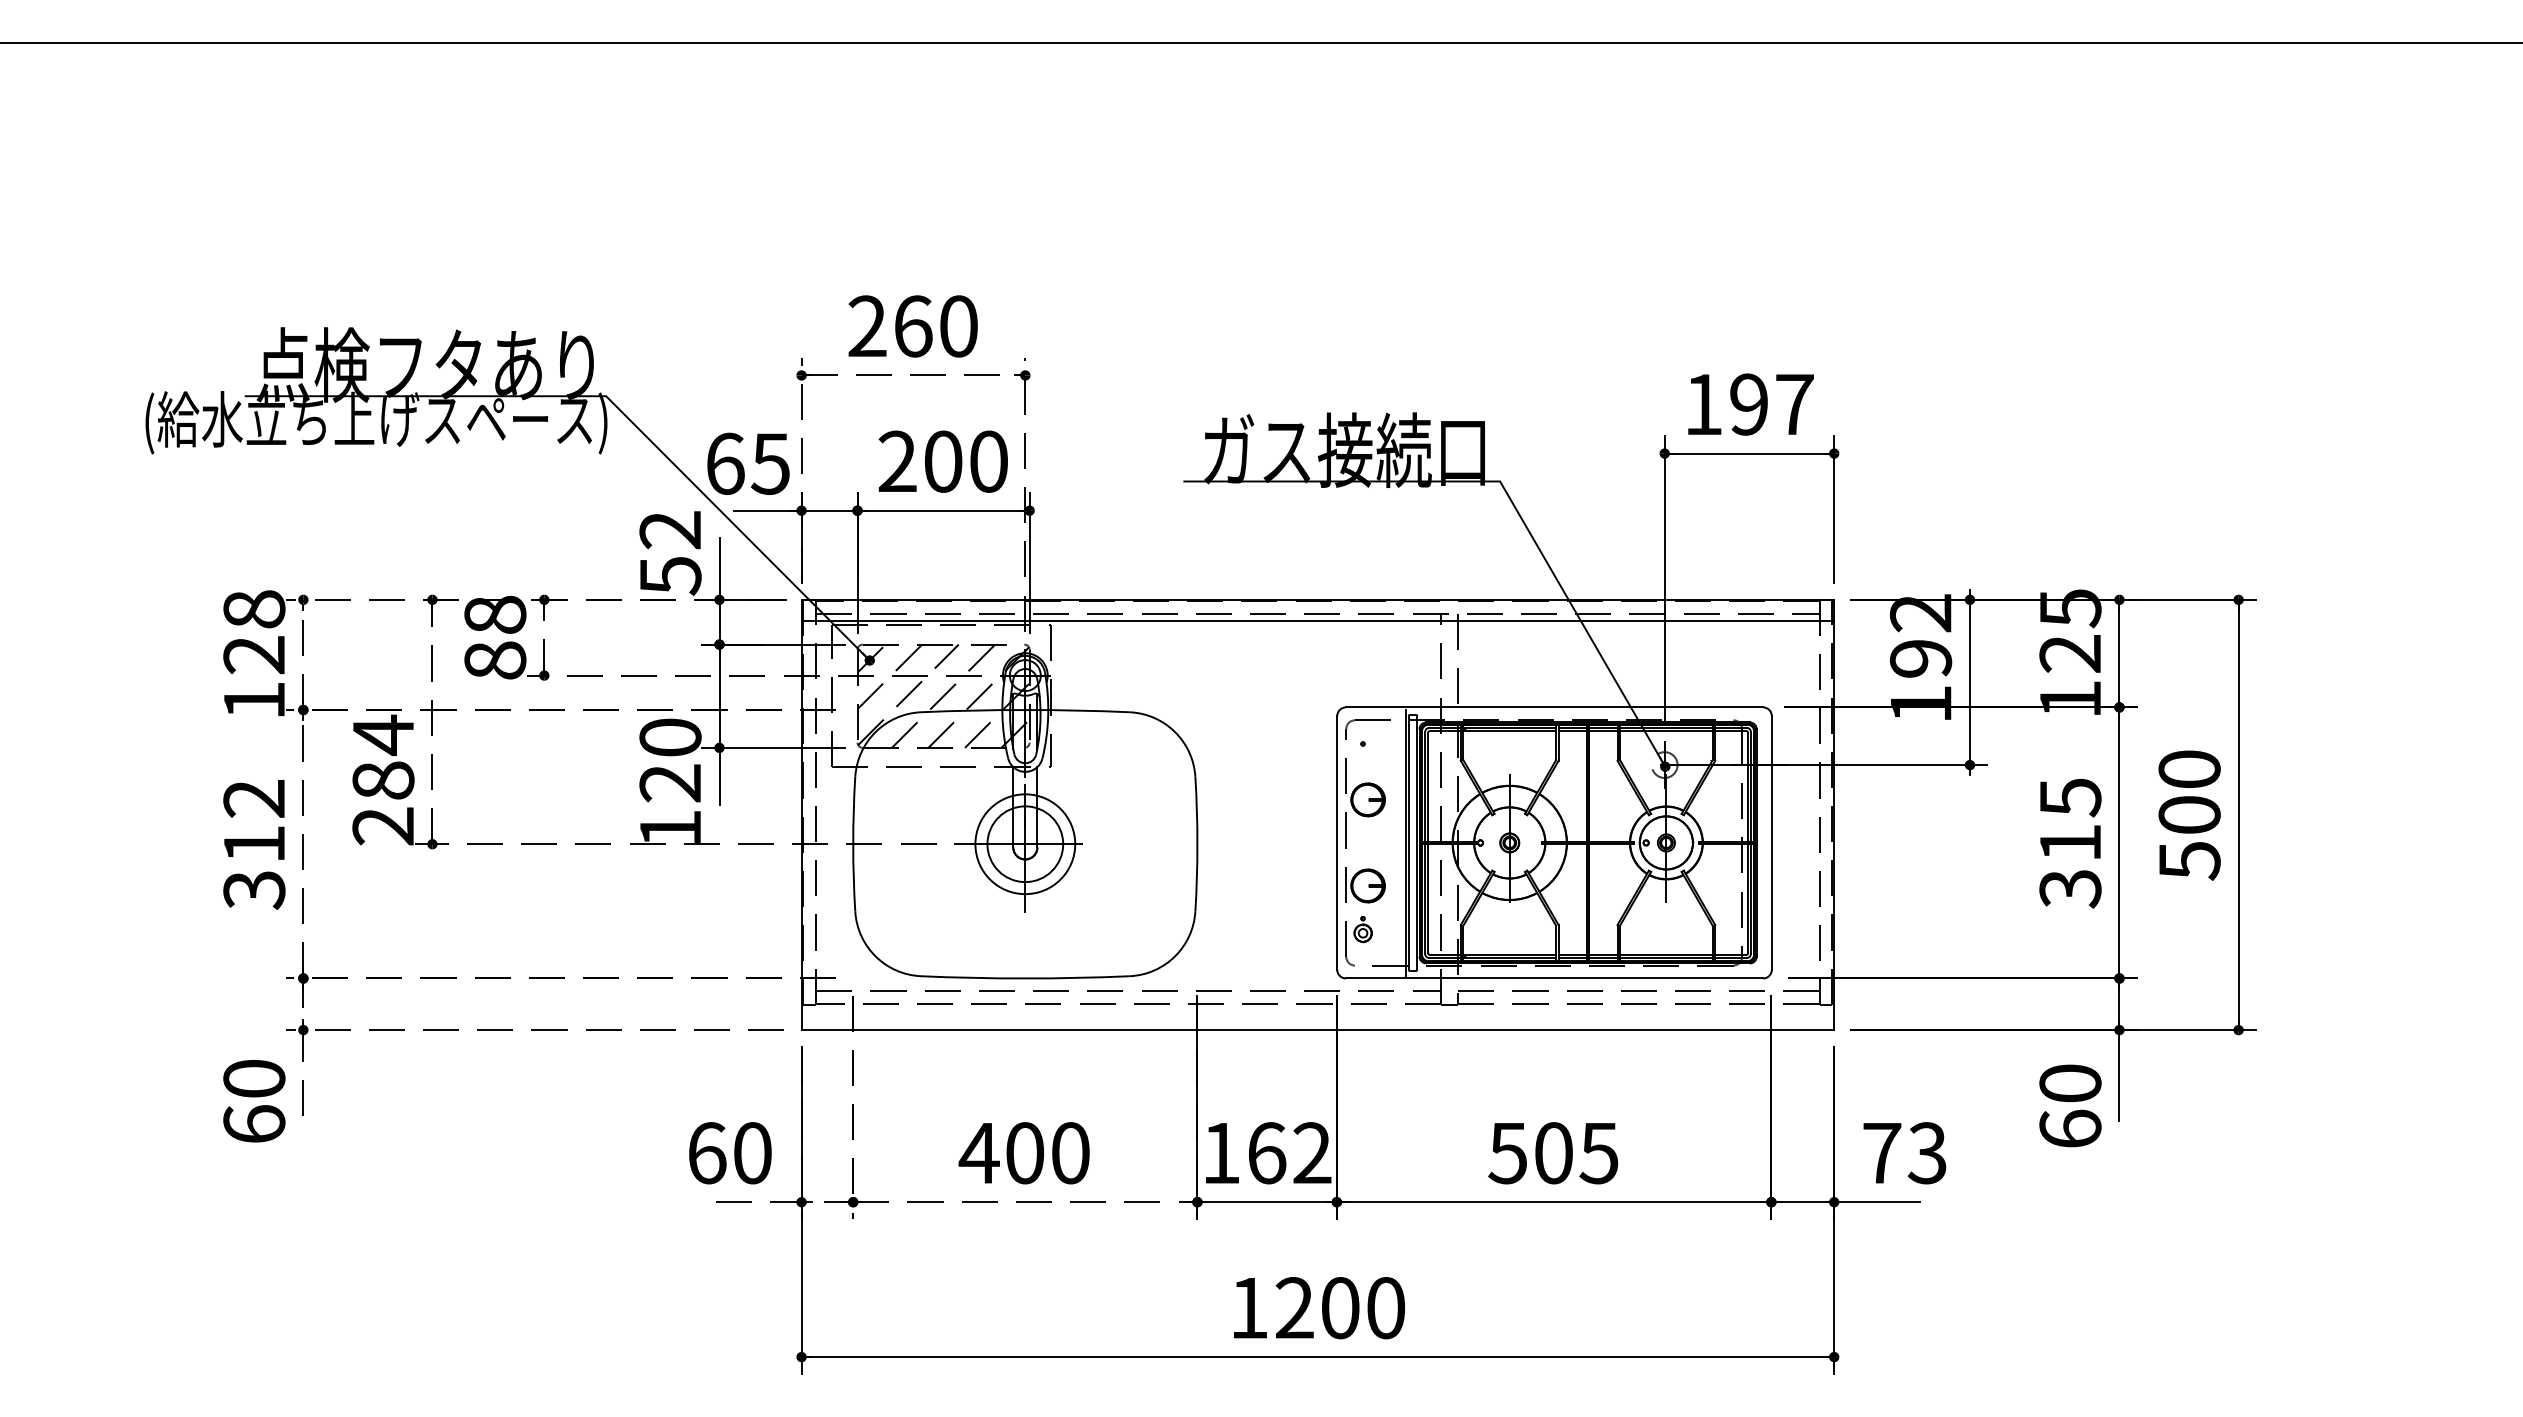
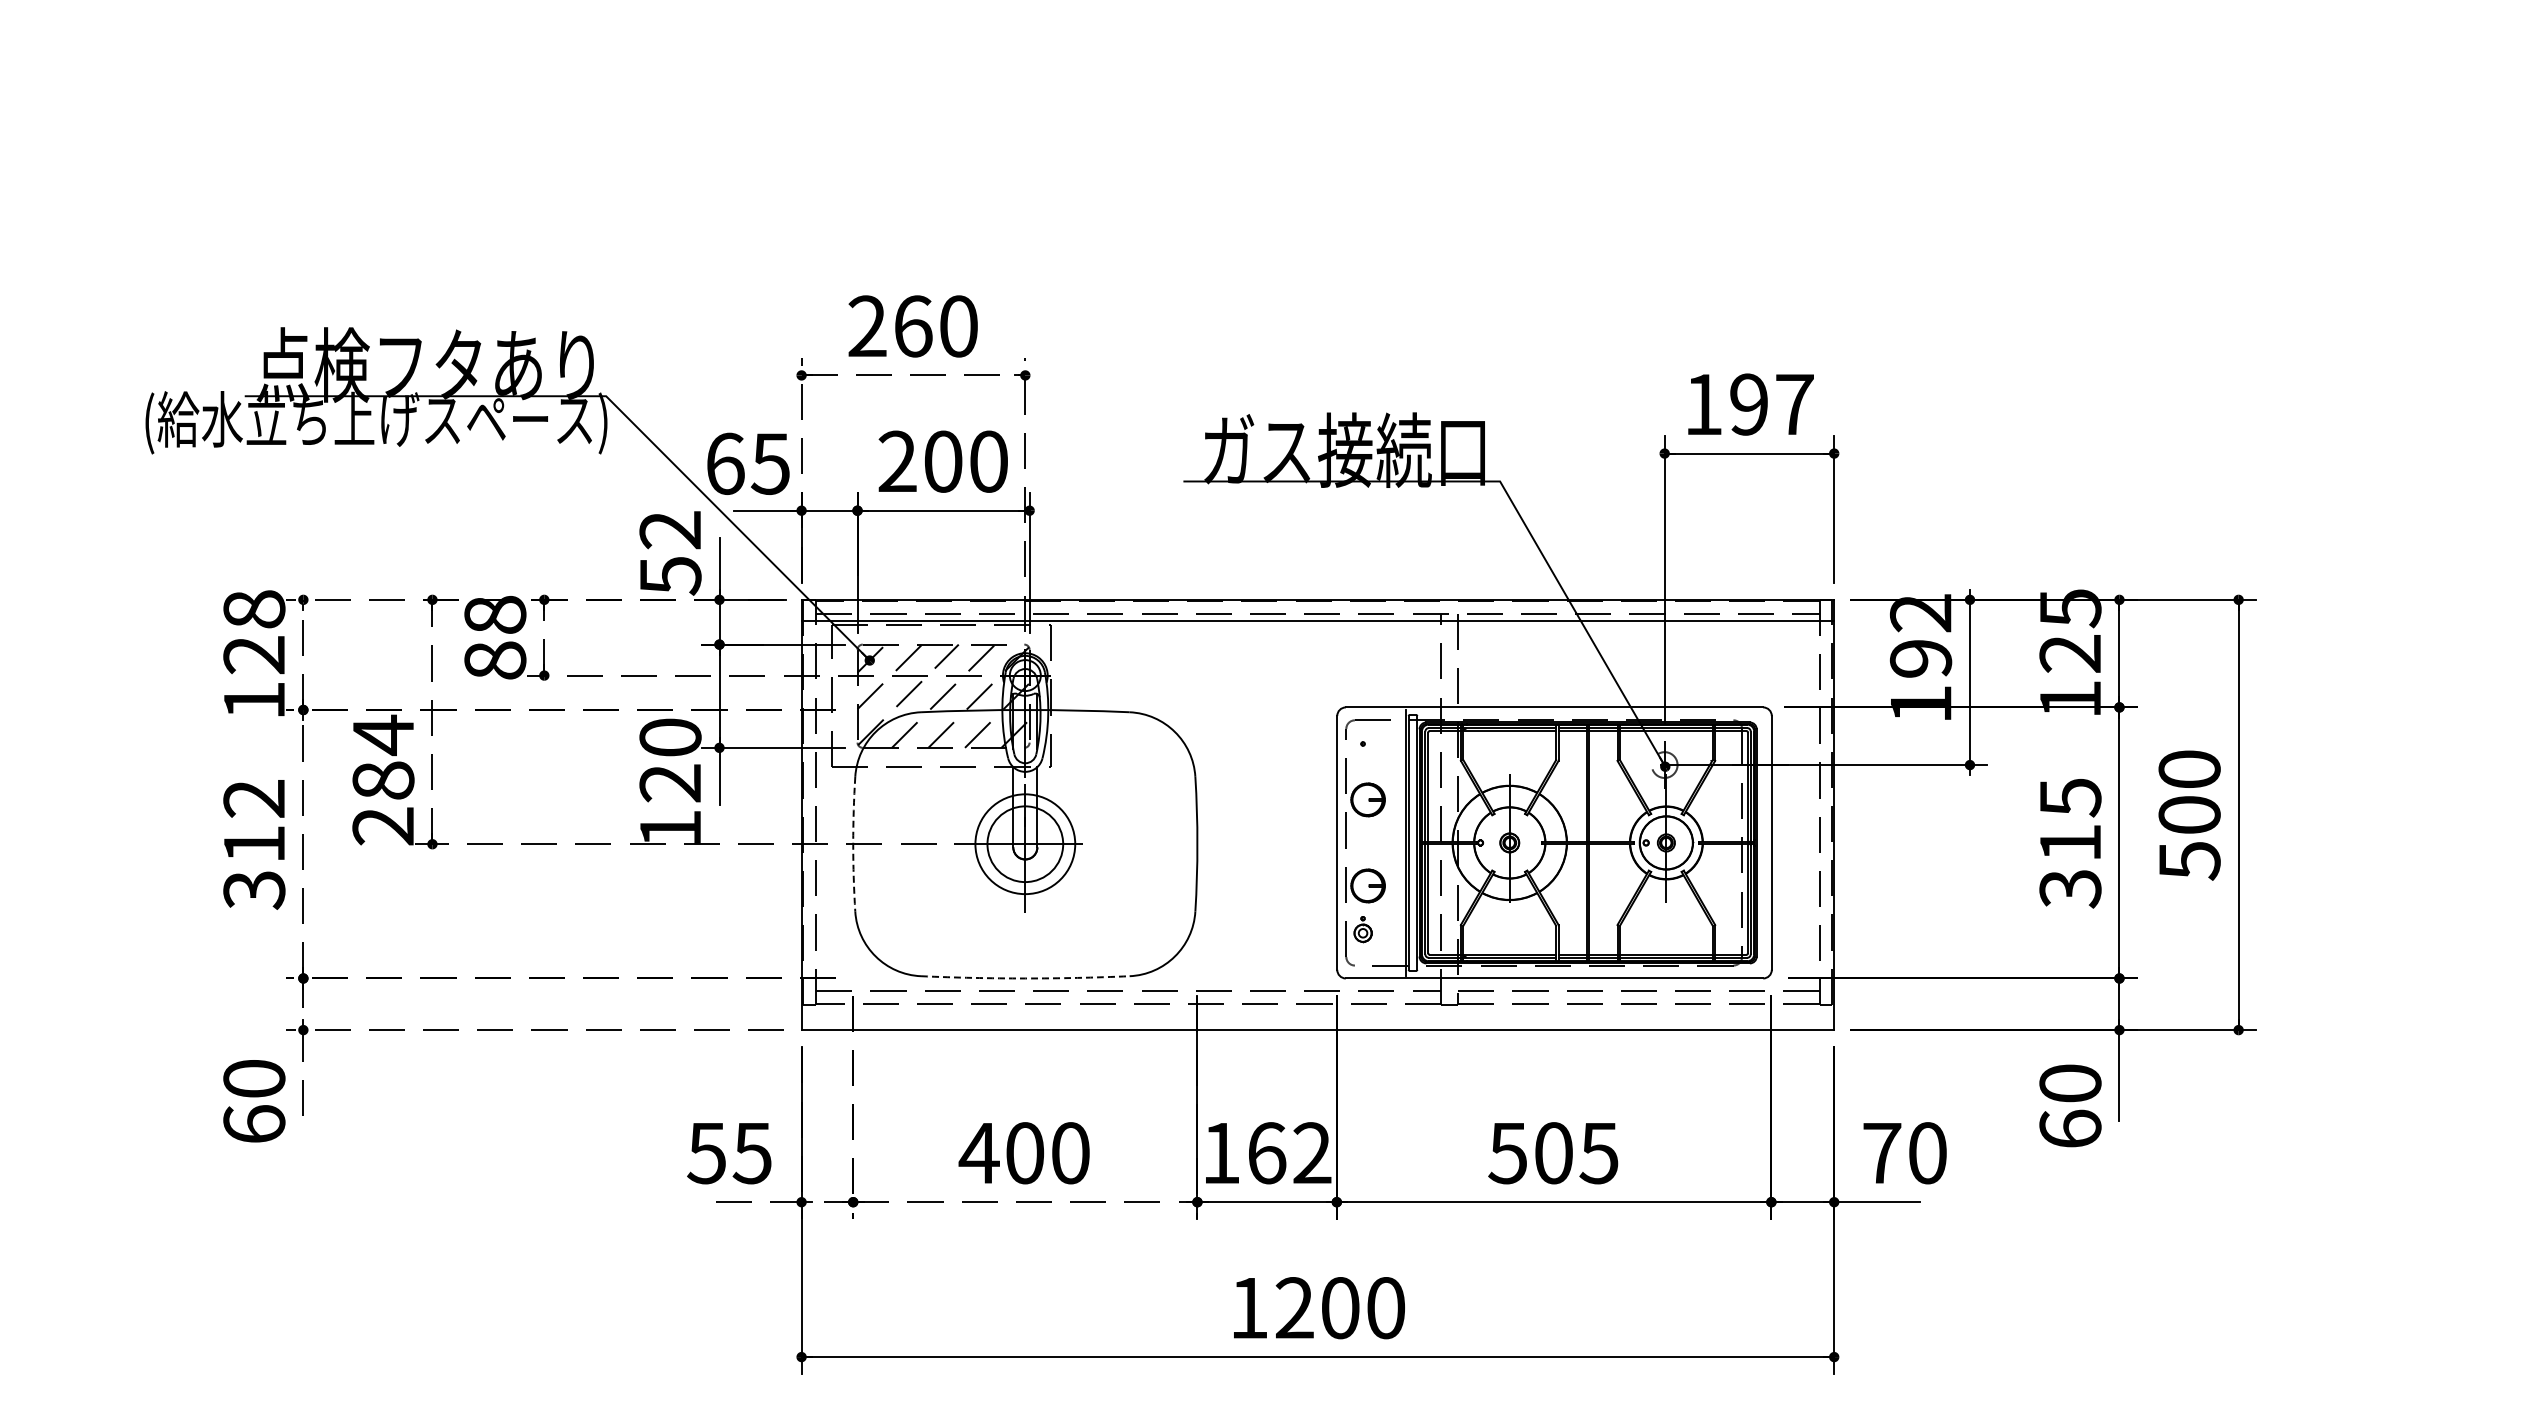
line at (1260, 42): present -> none
arc at (853, 844): solid -> dashed
arc at (1025, 978): solid -> dashed
text at (729, 1153): 60 -> 55
text at (1926, 1153): 73 -> 70
